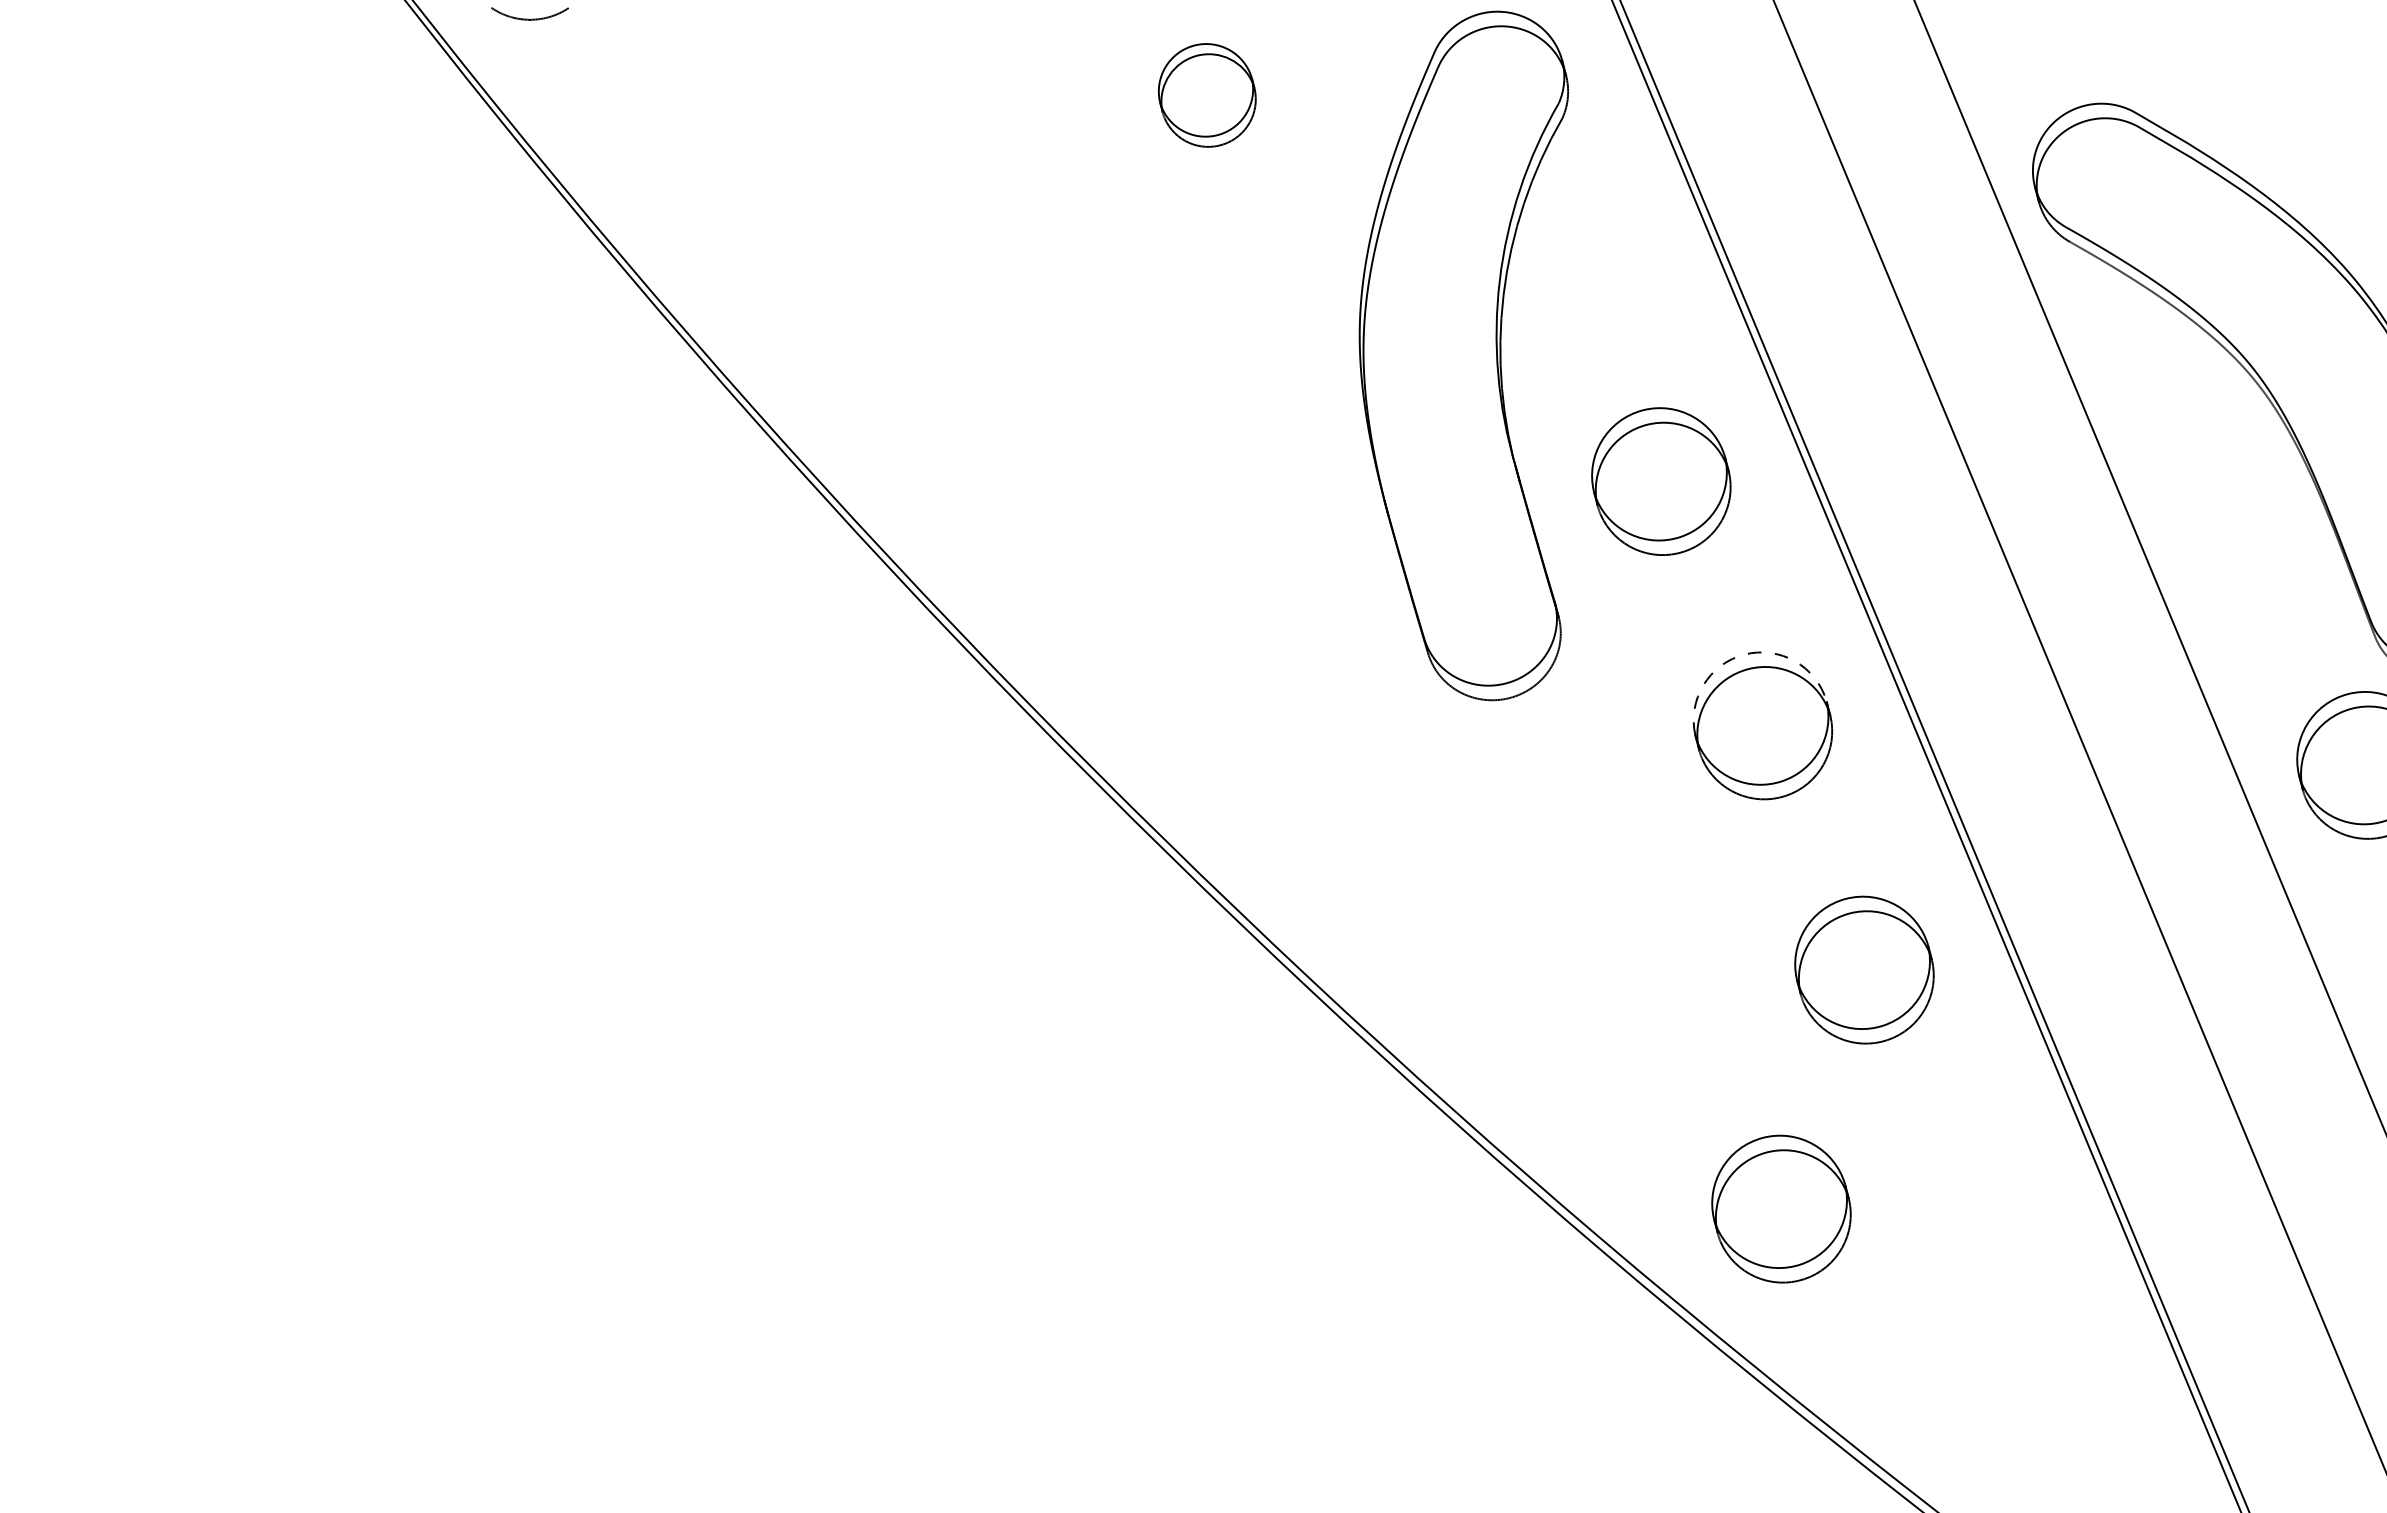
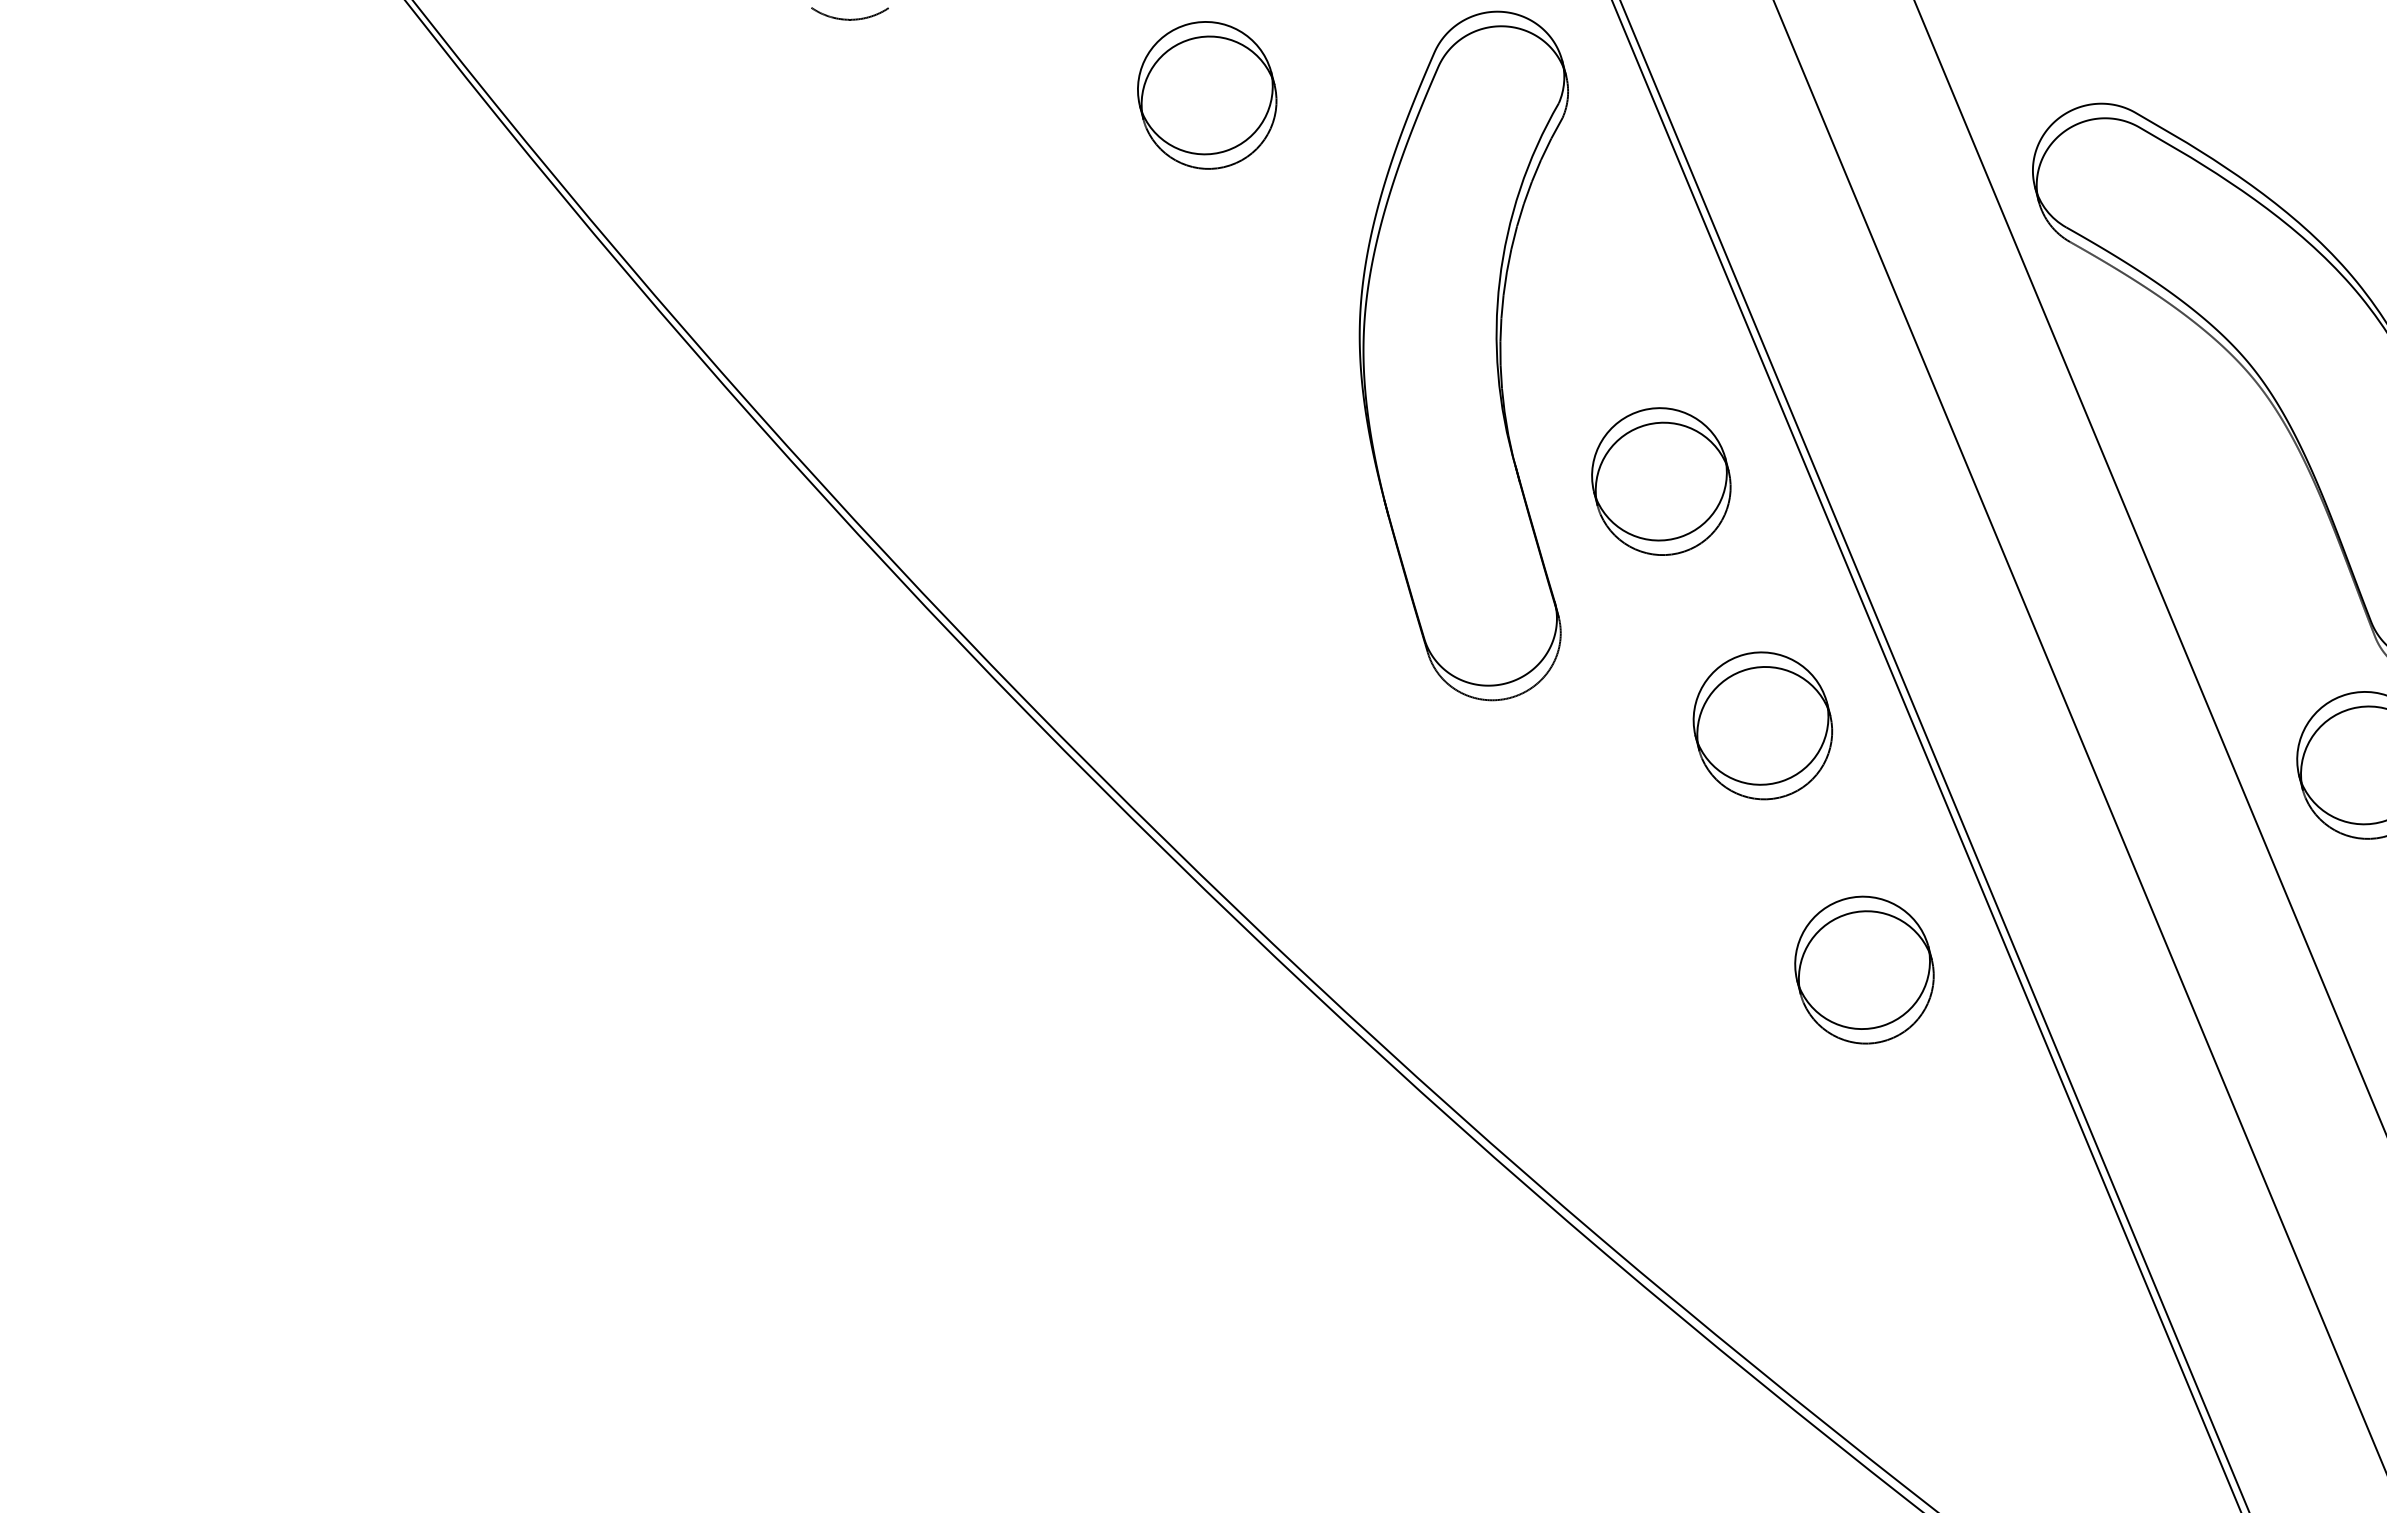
curve at (528, 18) position: (528, 18) -> (848, 18)
part at (1206, 95) size: 100x105 px -> 141x149 px
arc at (1744, 654): dashed -> solid
part at (1781, 1208): present -> none
